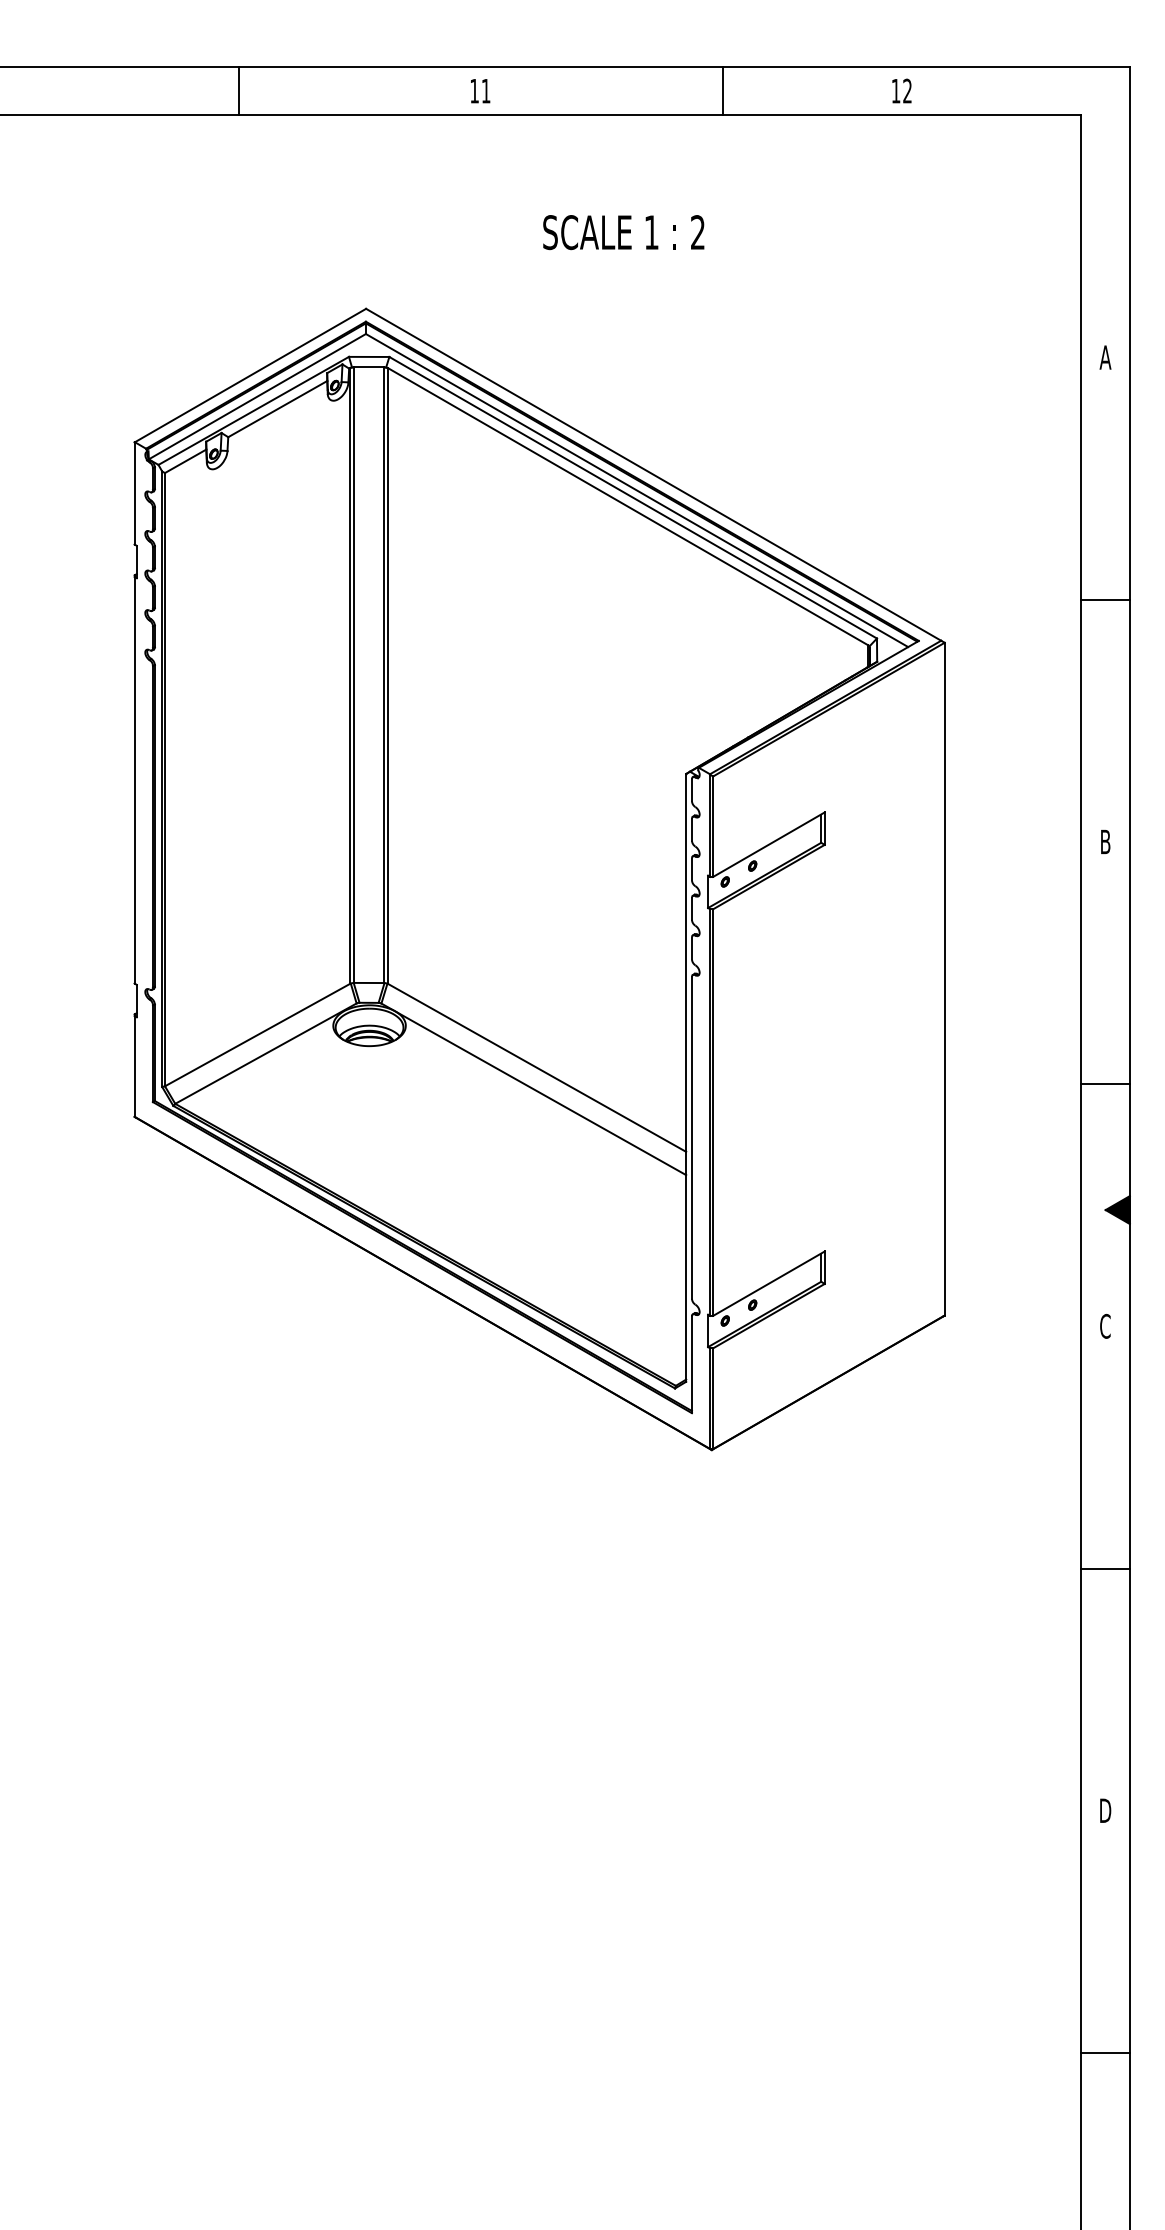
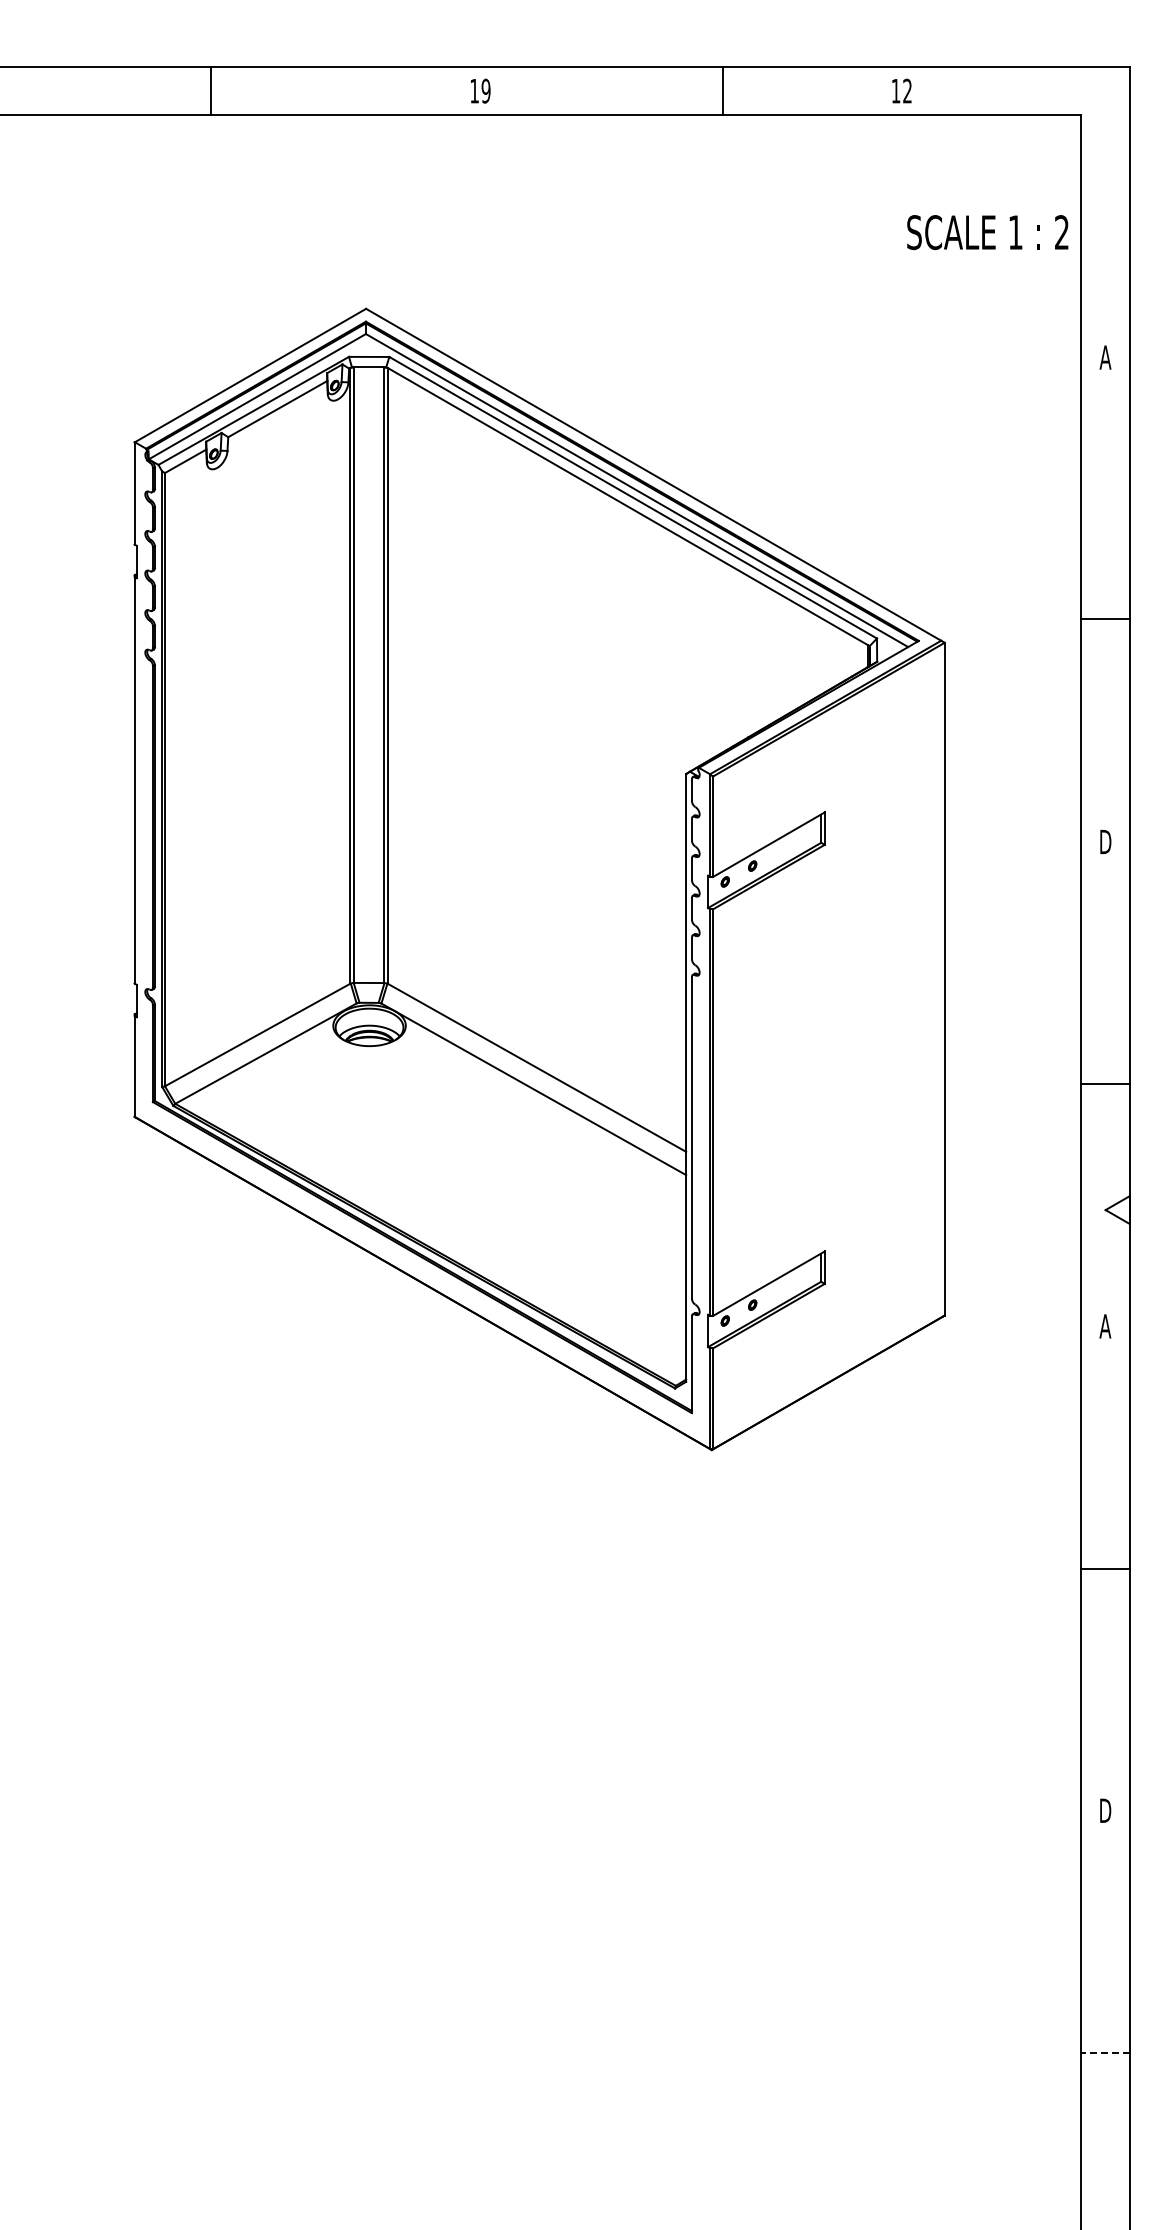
line at (238, 90) position: (238, 90) -> (210, 90)
text at (485, 90): 11 -> 19
text at (623, 232) position: (623, 232) -> (987, 232)
line at (1105, 599) position: (1105, 599) -> (1105, 618)
text at (1105, 841): B -> D
fill at (1117, 1210): present -> none
text at (1105, 1325): C -> A
line at (1105, 2052): solid -> dashed
